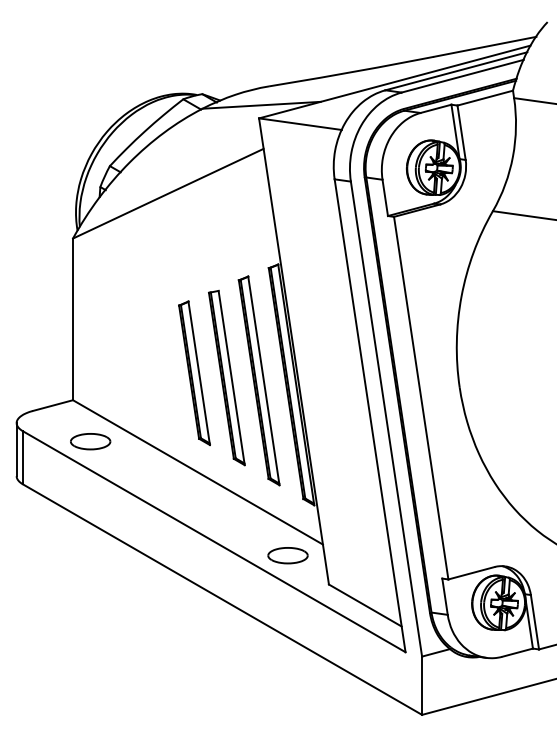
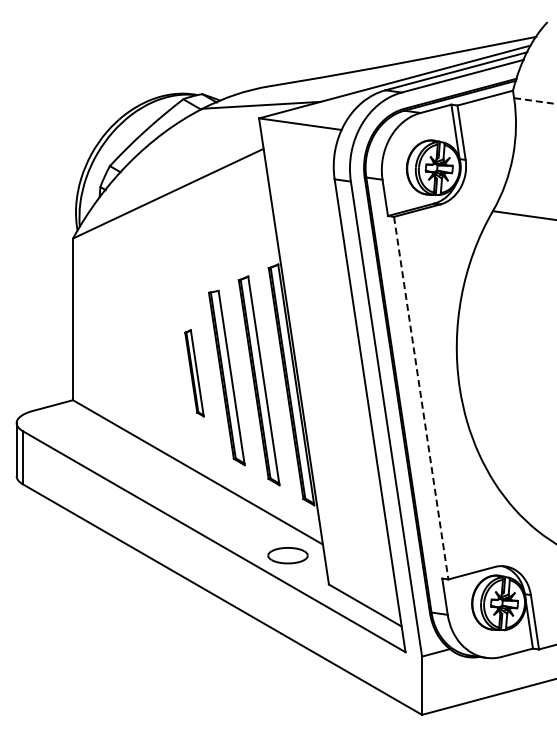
line at (535, 101): solid -> dashed
part at (194, 373) size: 33x147 px -> 21x89 px
line at (421, 398): solid -> dashed
part at (90, 441): present -> none
